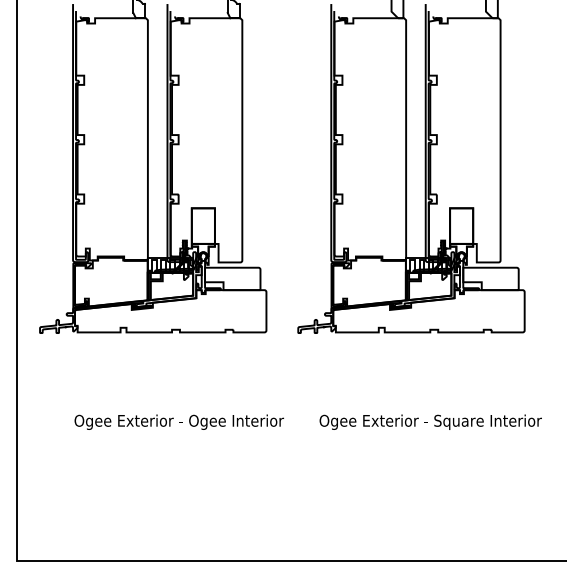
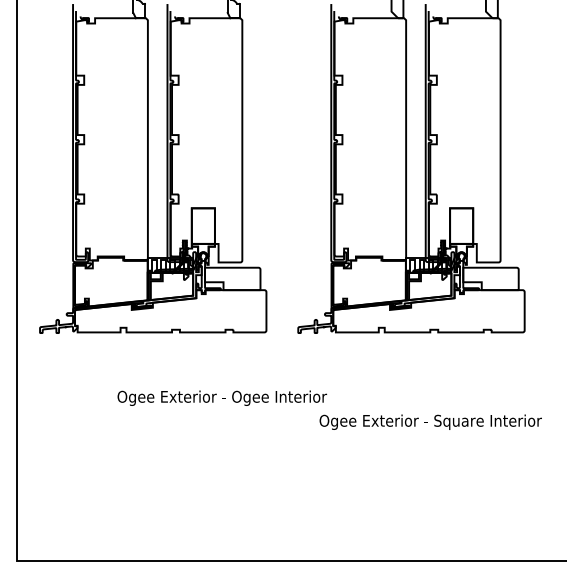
text at (178, 421) position: (178, 421) -> (221, 397)
